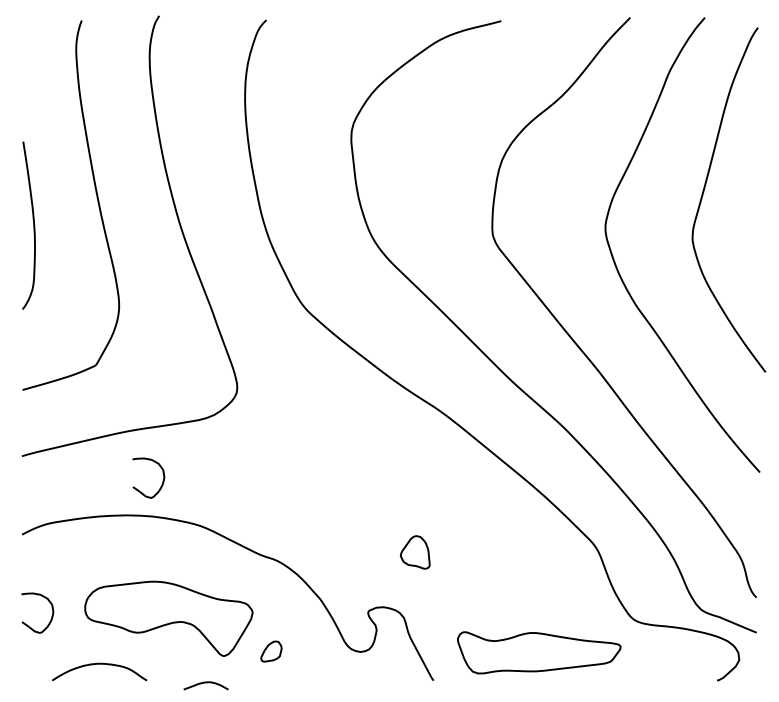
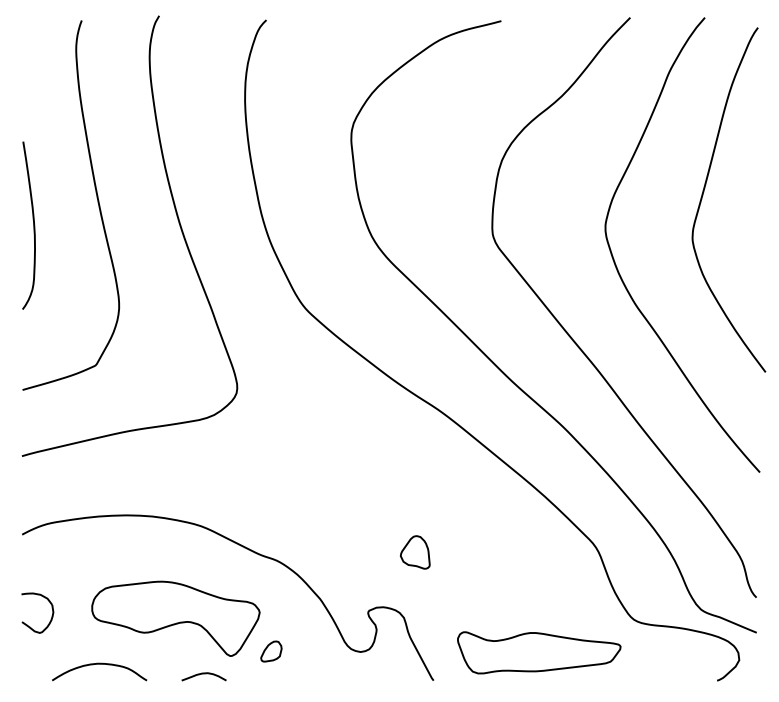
part at (162, 480): present -> none
part at (168, 618) position: (168, 618) -> (175, 618)
curve at (205, 683) position: (205, 683) -> (203, 674)
